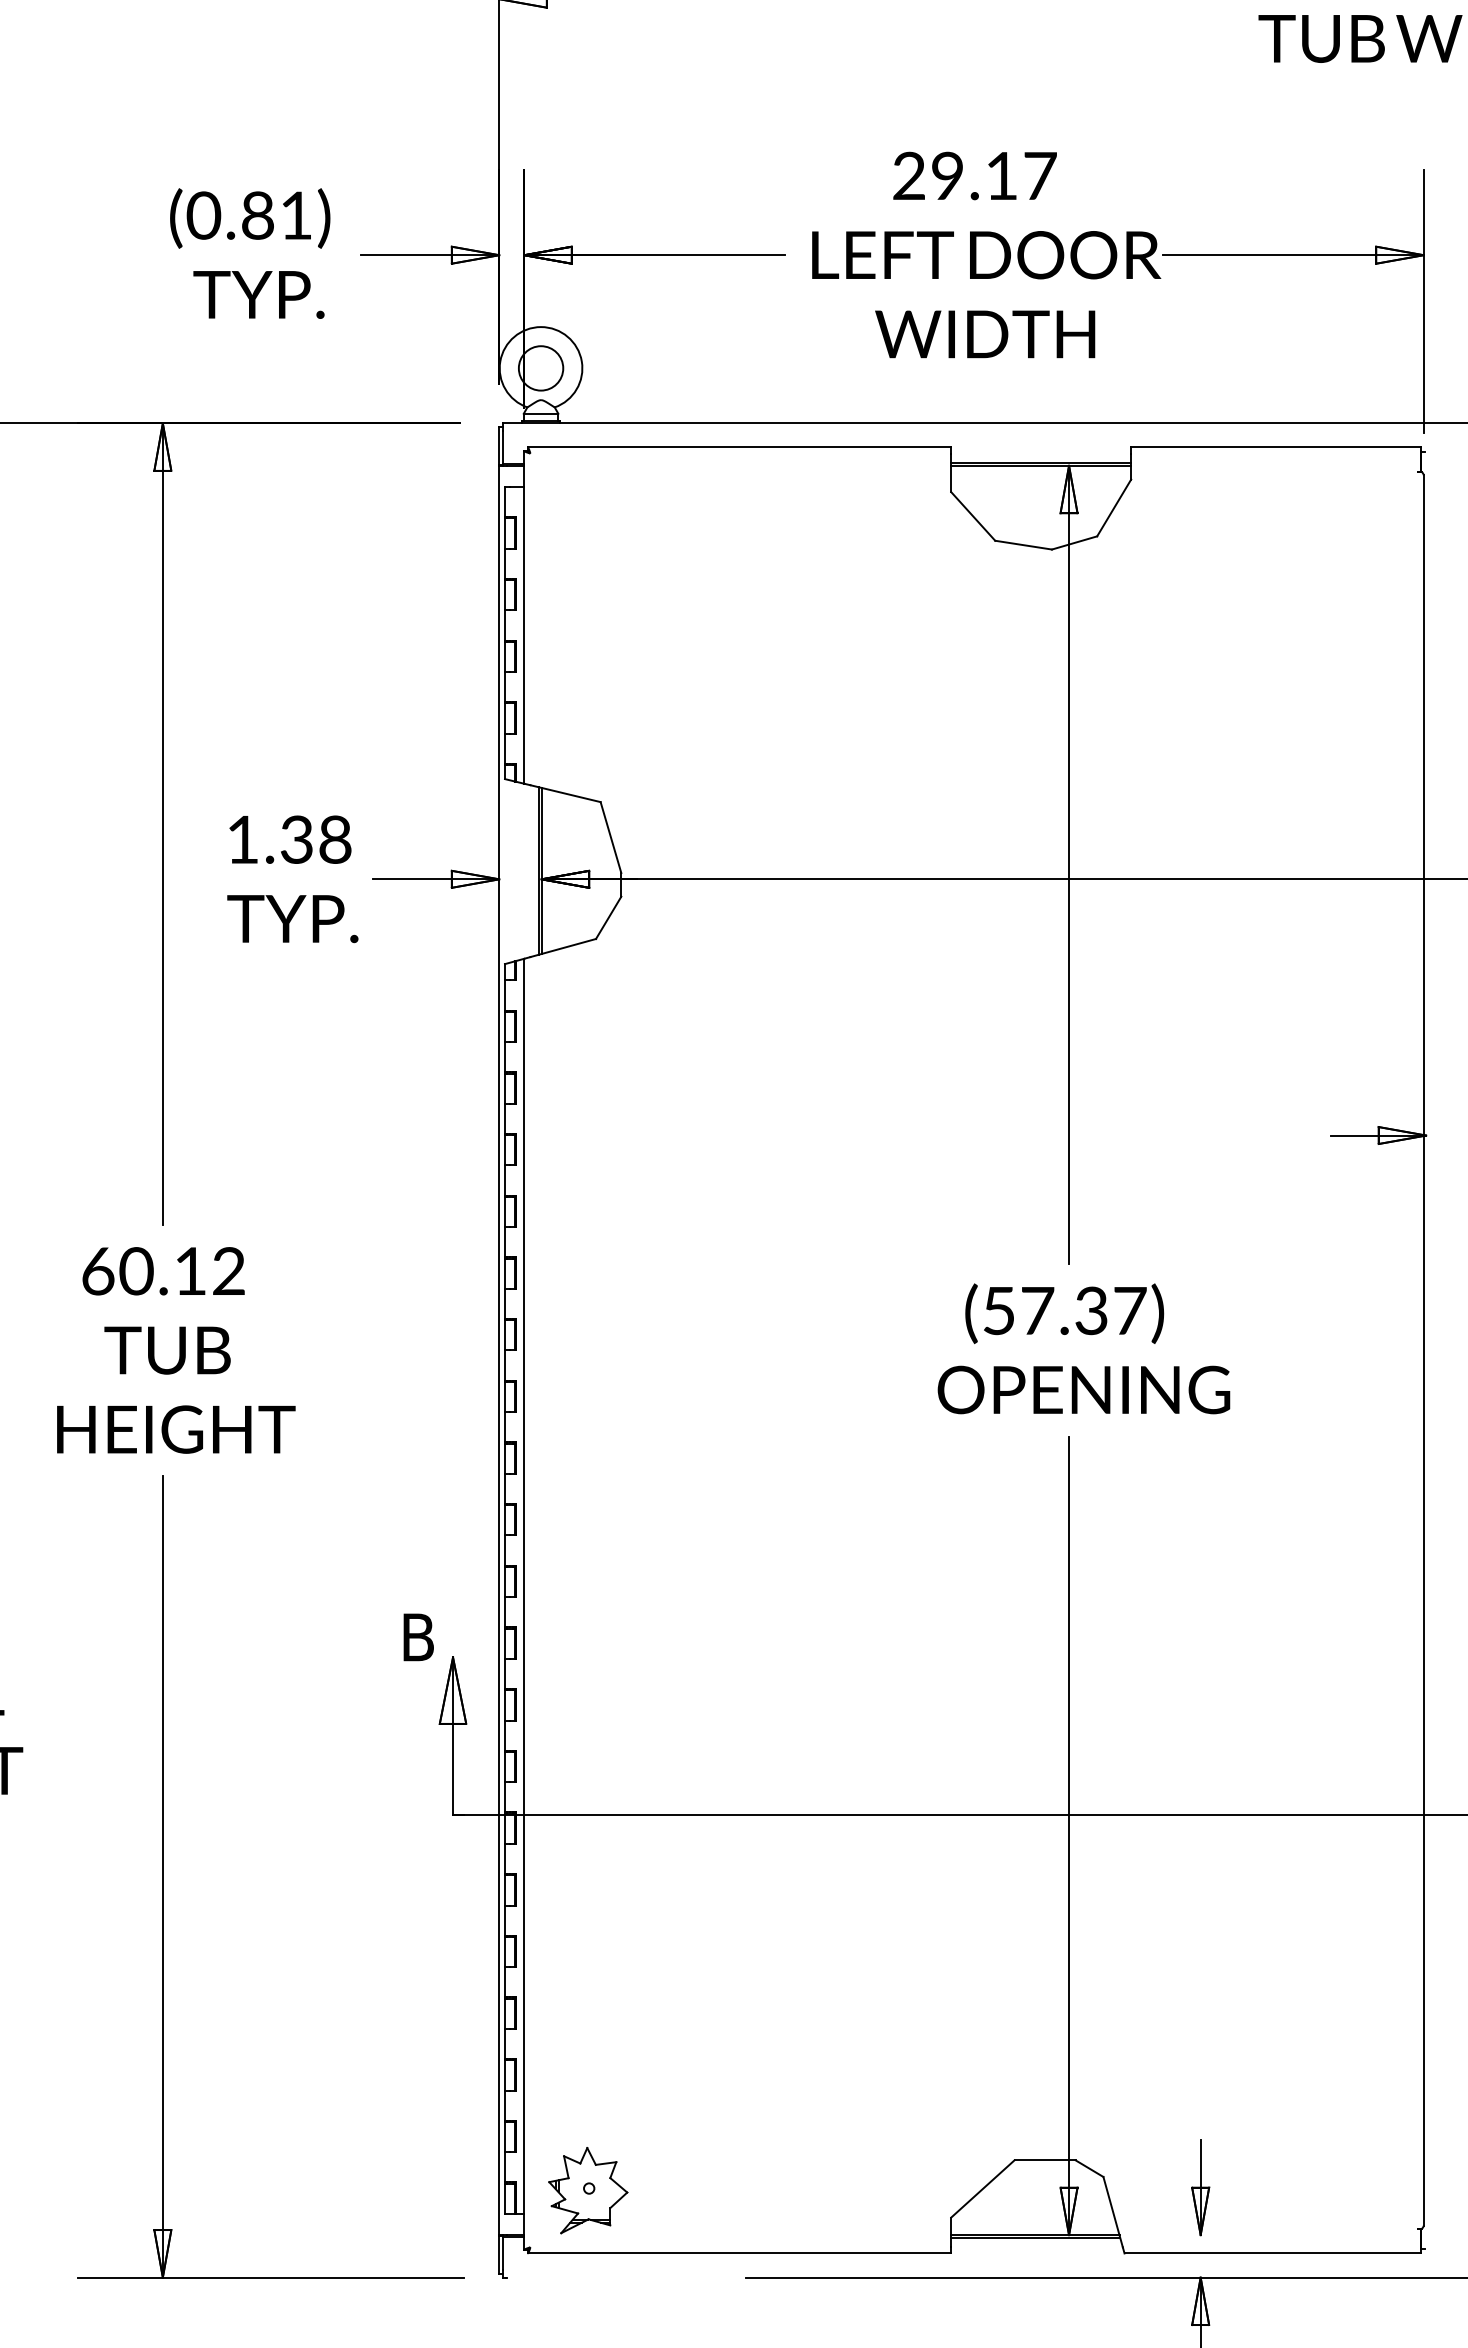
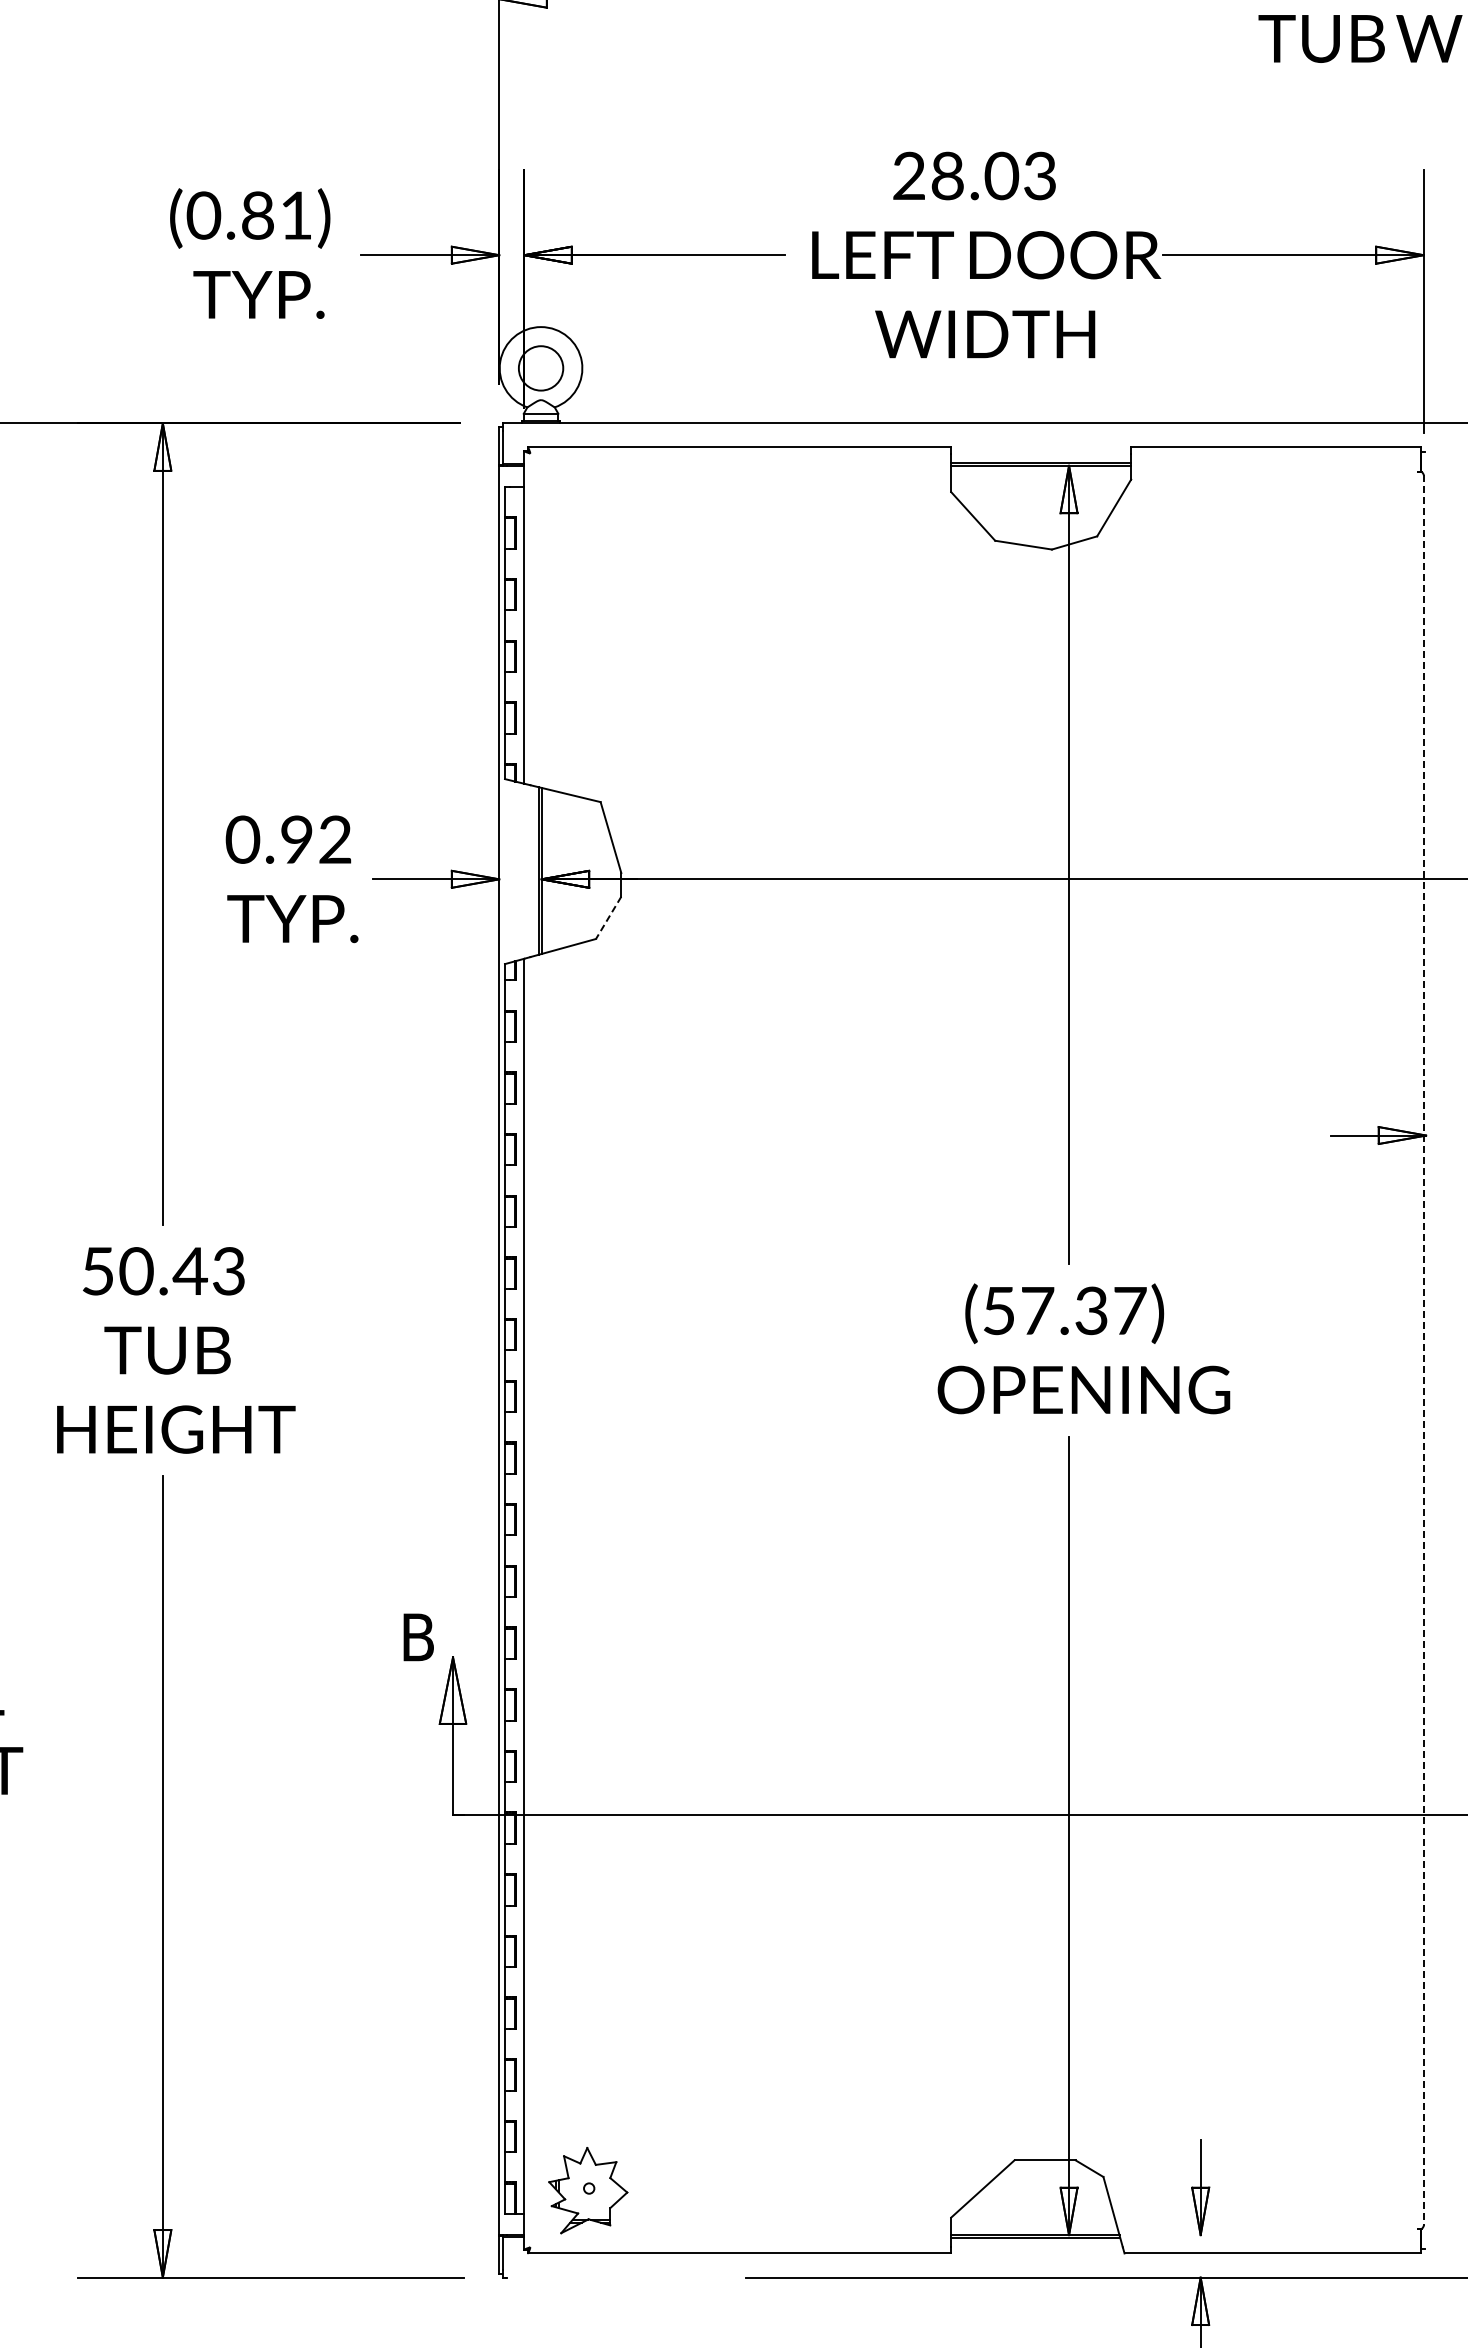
text at (993, 175): 29.17 -> 28.03
text at (288, 839): 1.38 -> 0.92
line at (608, 917): solid -> dashed
text at (163, 1271): 60.12 -> 50.43
line at (1423, 1350): solid -> dashed
